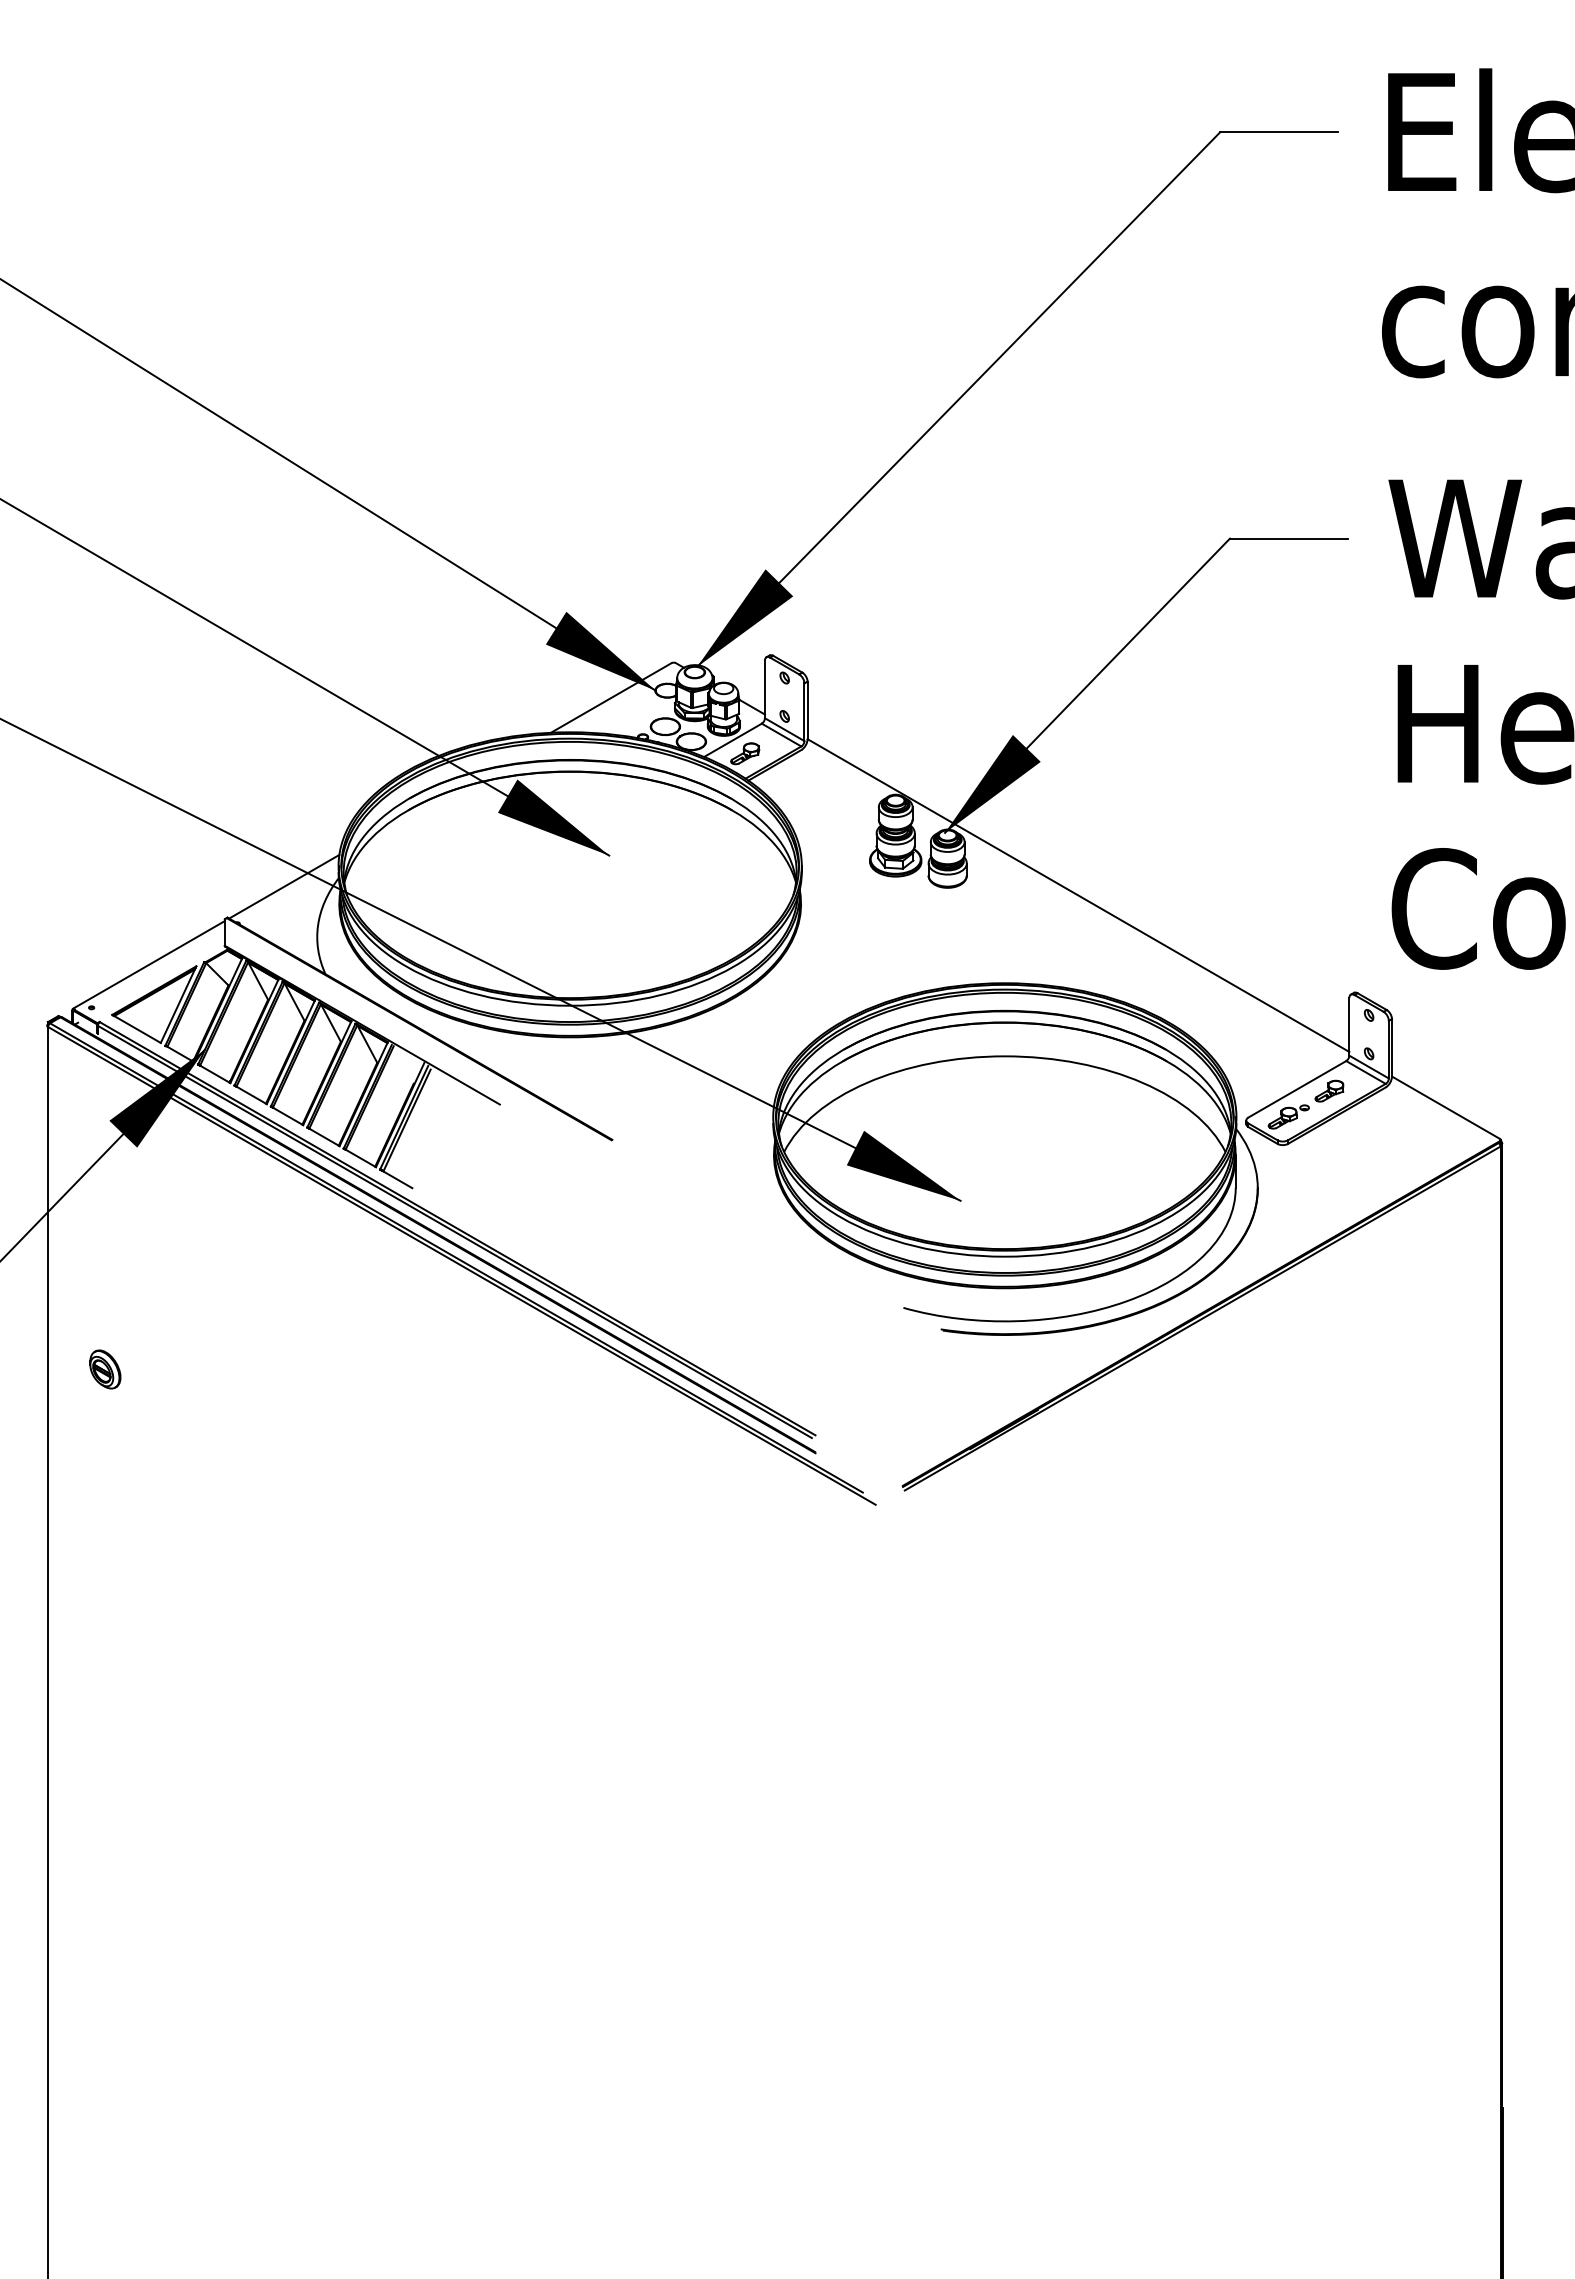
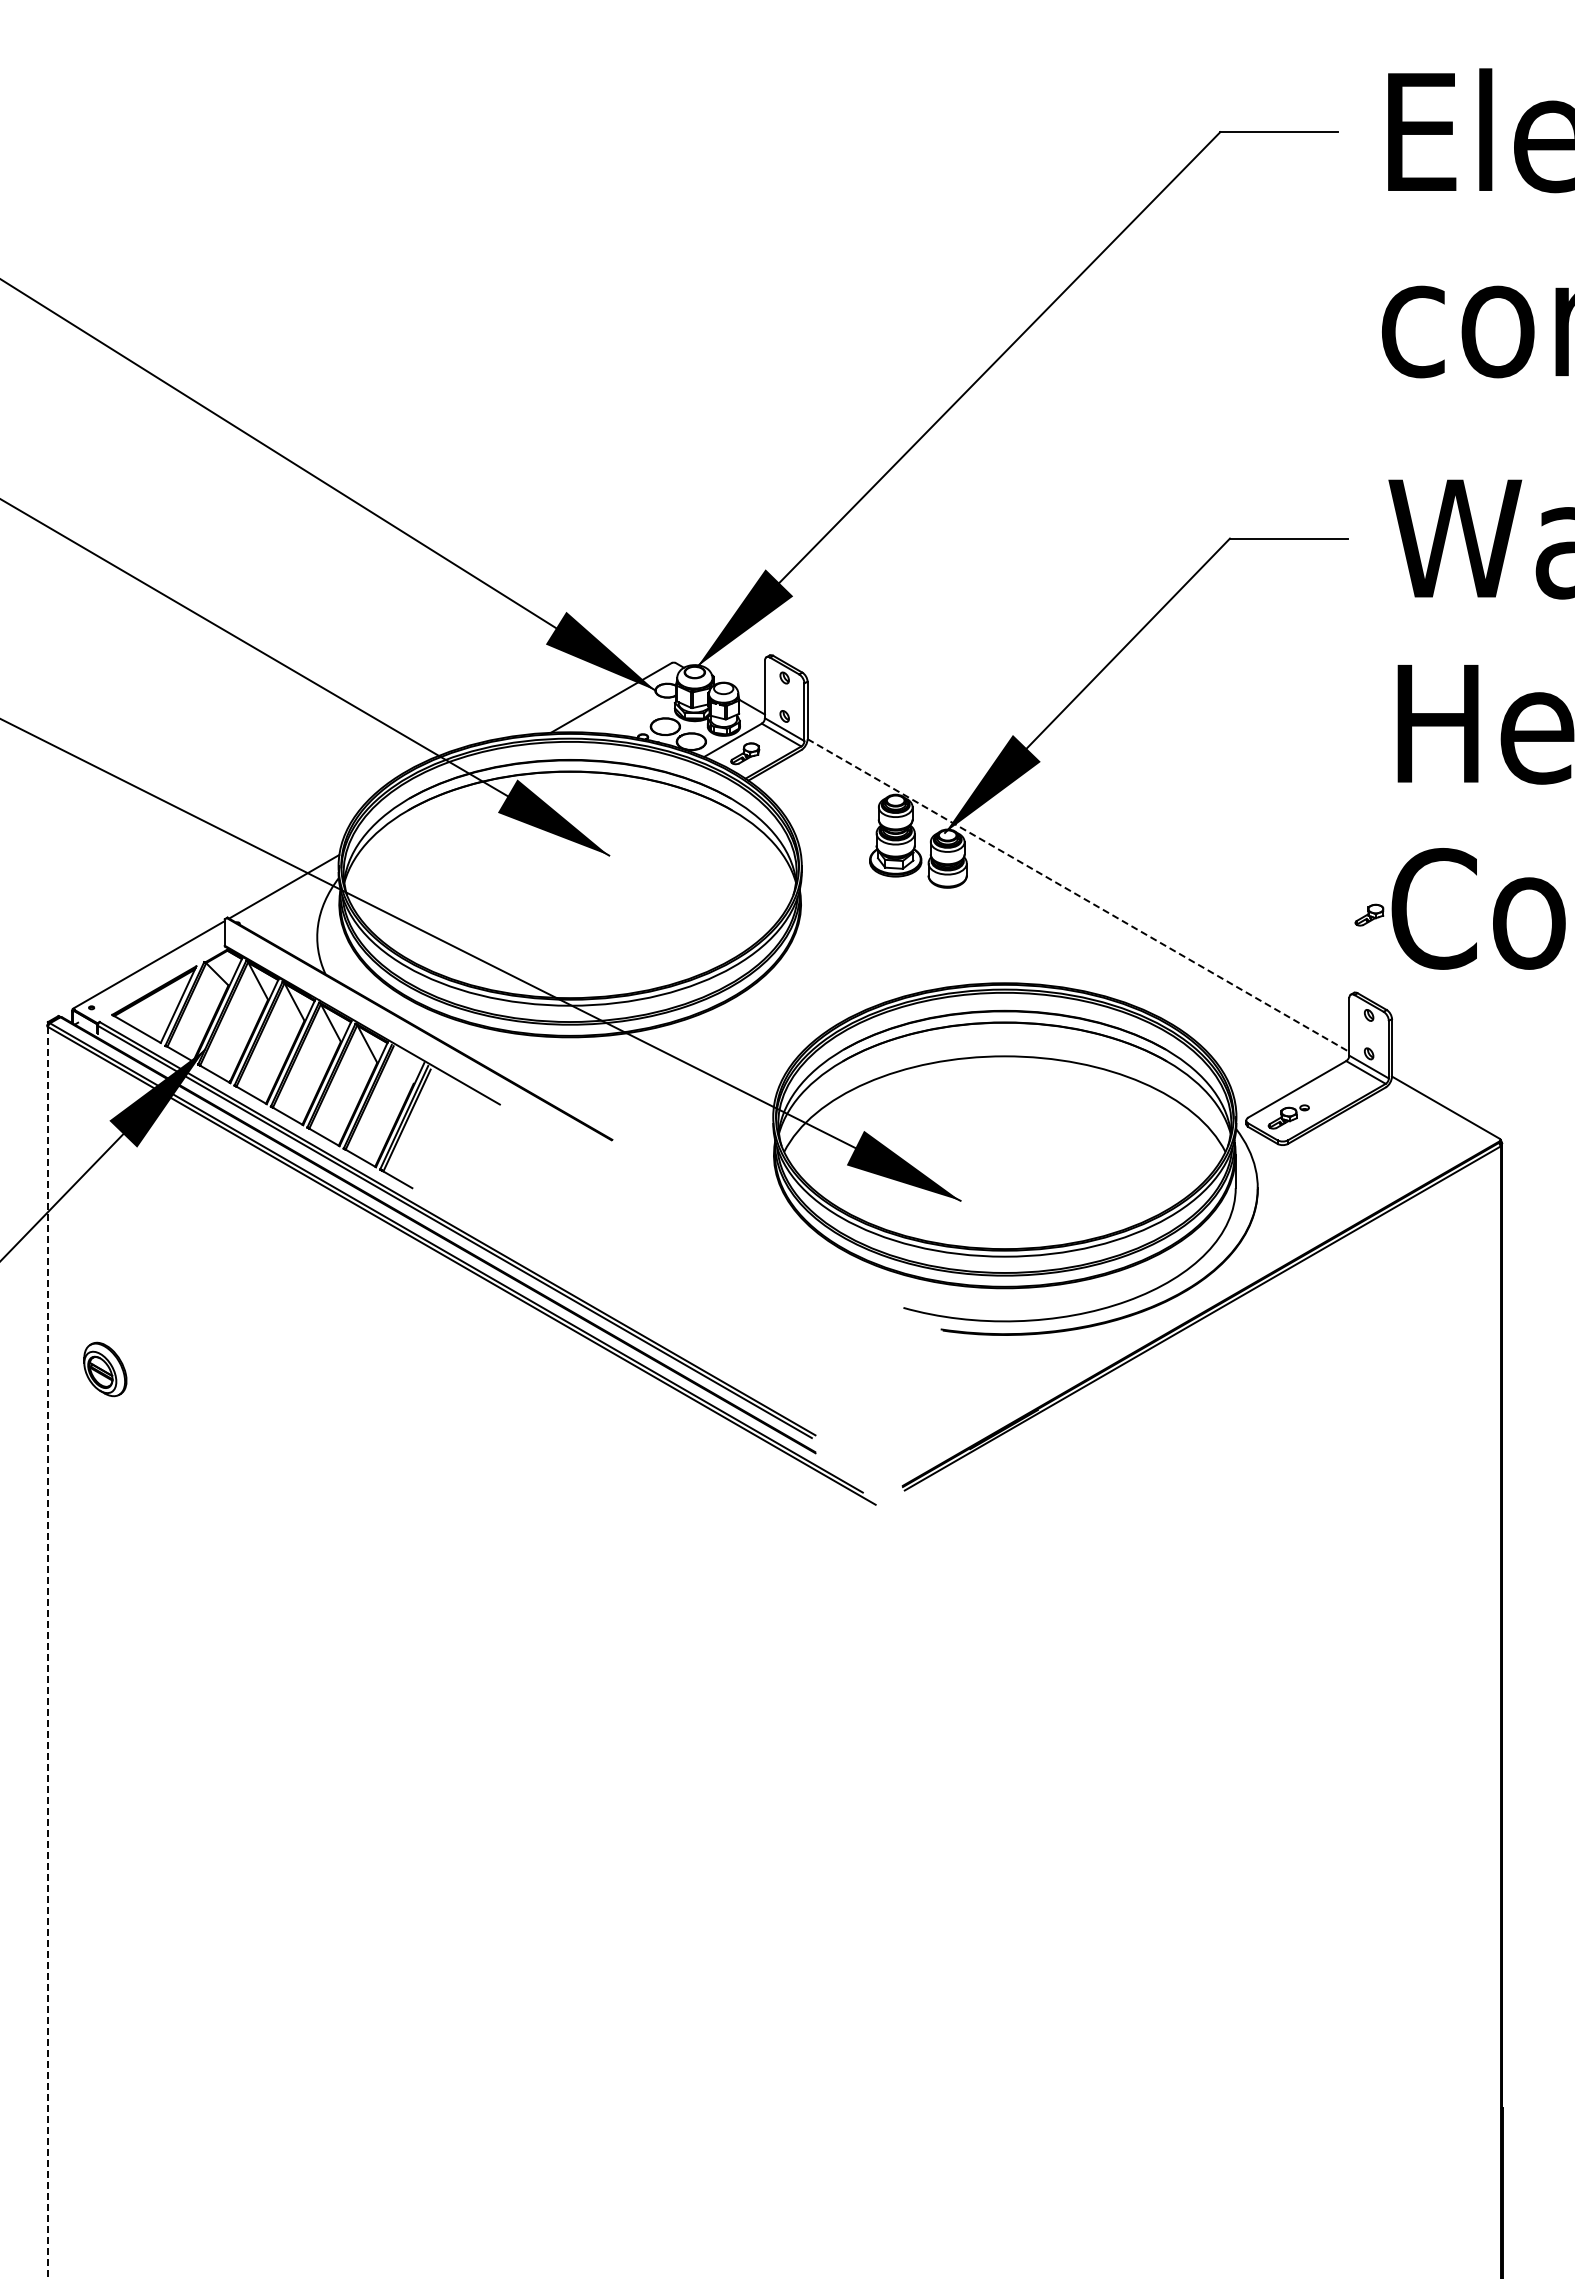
line at (1078, 895): solid -> dashed
part at (1329, 1090) position: (1329, 1090) -> (1369, 914)
part at (105, 1369) size: 33x41 px -> 45x57 px
line at (47, 1652): solid -> dashed
